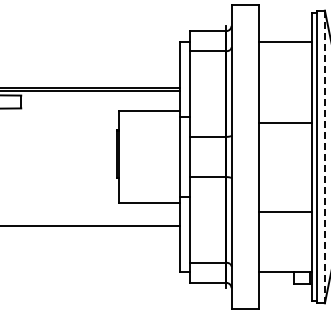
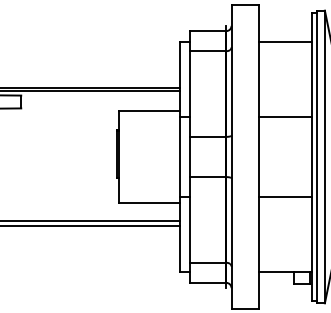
line at (285, 123) position: (285, 123) -> (285, 117)
line at (324, 157): dashed -> solid
line at (285, 211) position: (285, 211) -> (285, 196)
line at (90, 220): none -> present
